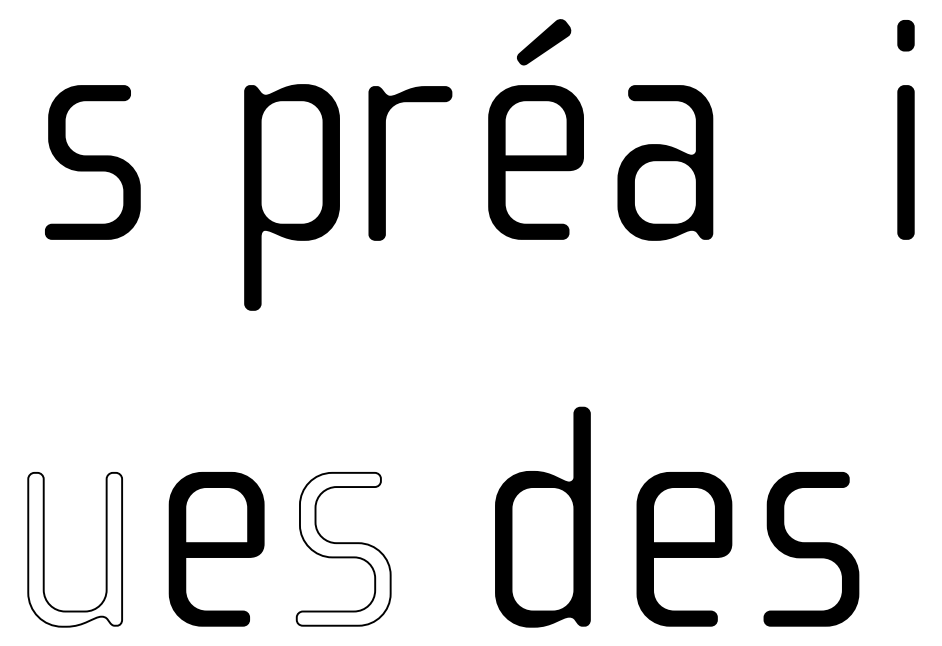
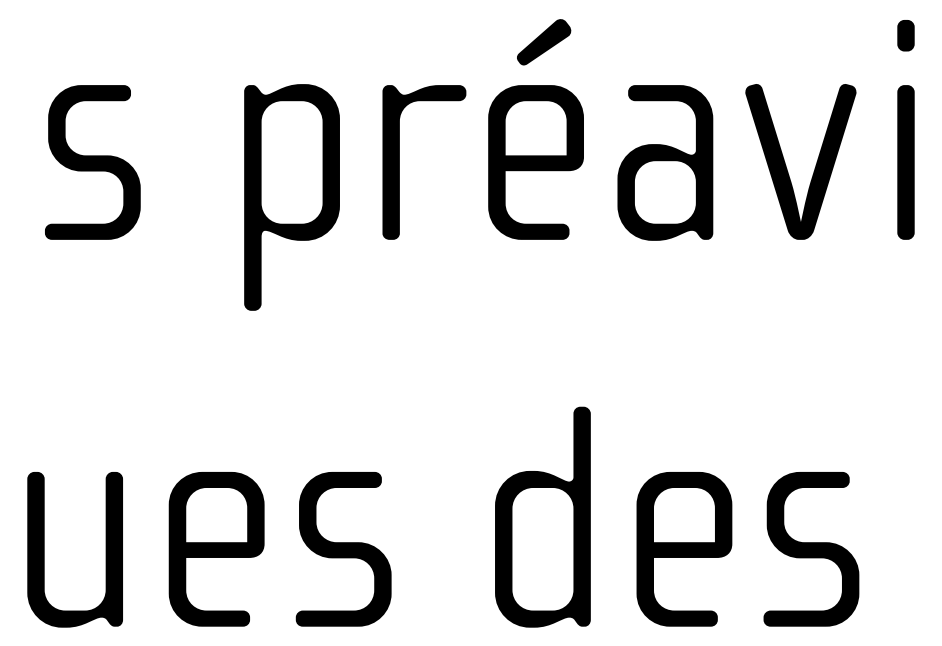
part at (385, 163) position: (385, 163) -> (399, 162)
part at (786, 165): none -> present
fill at (343, 548): none -> present
fill at (75, 549): none -> present
